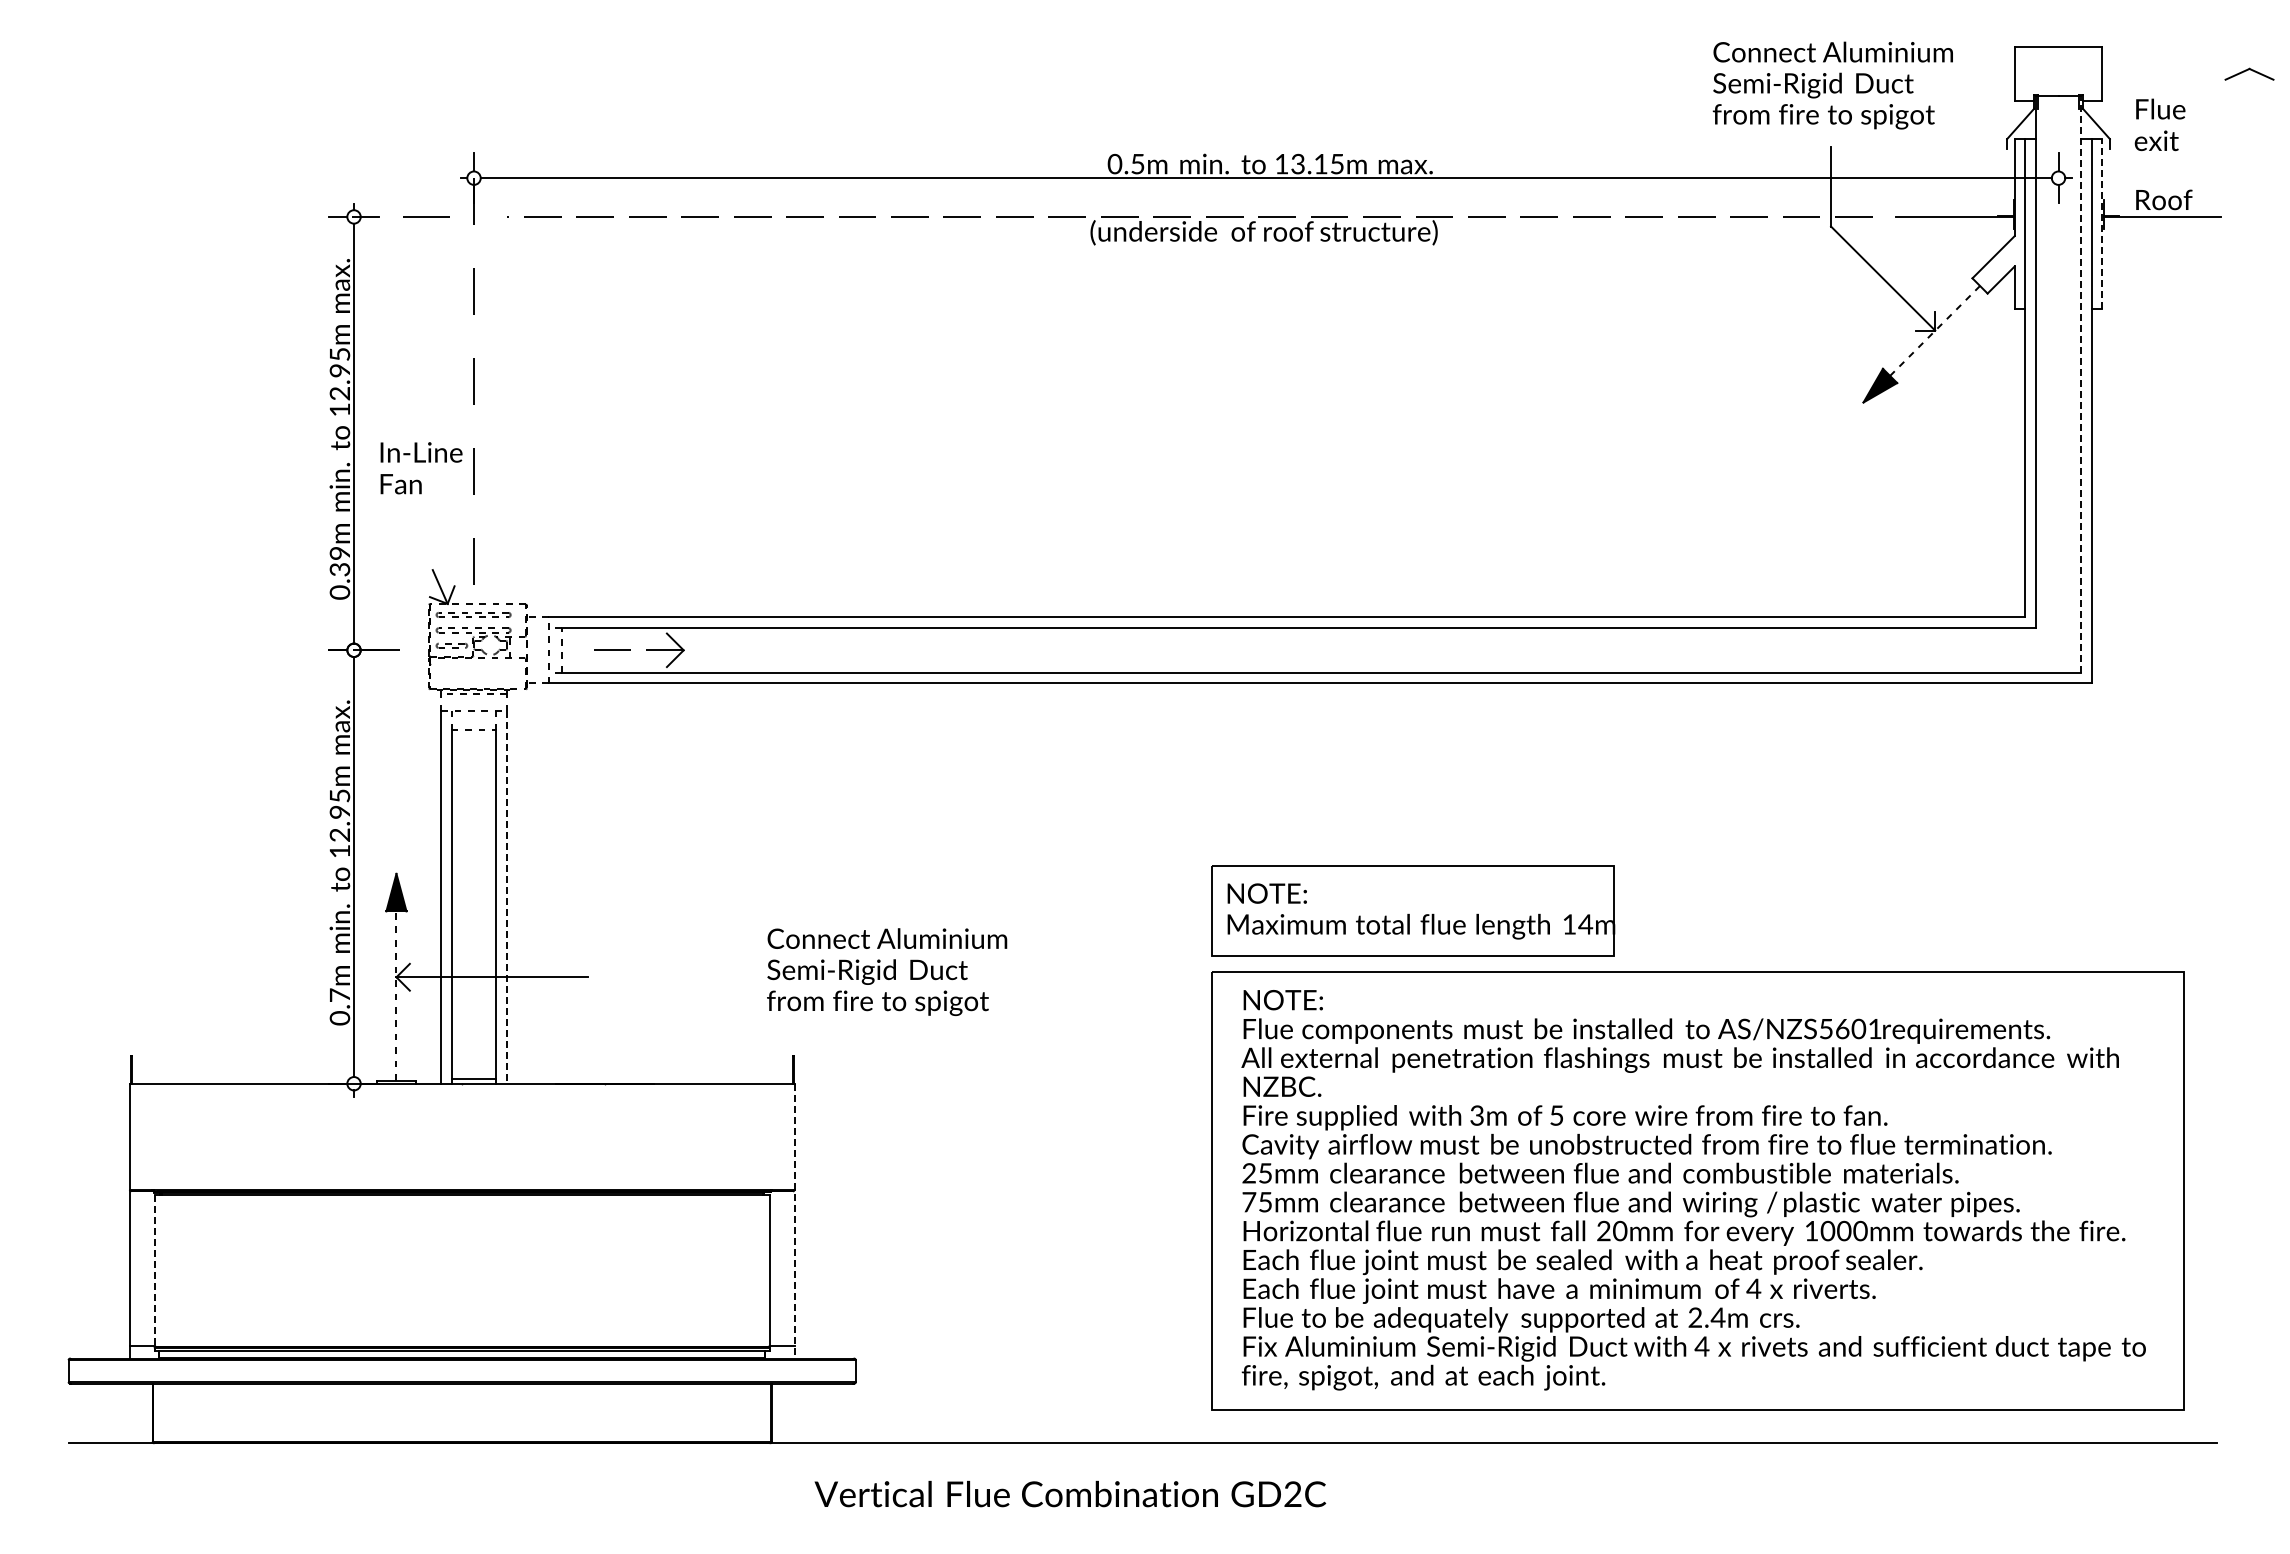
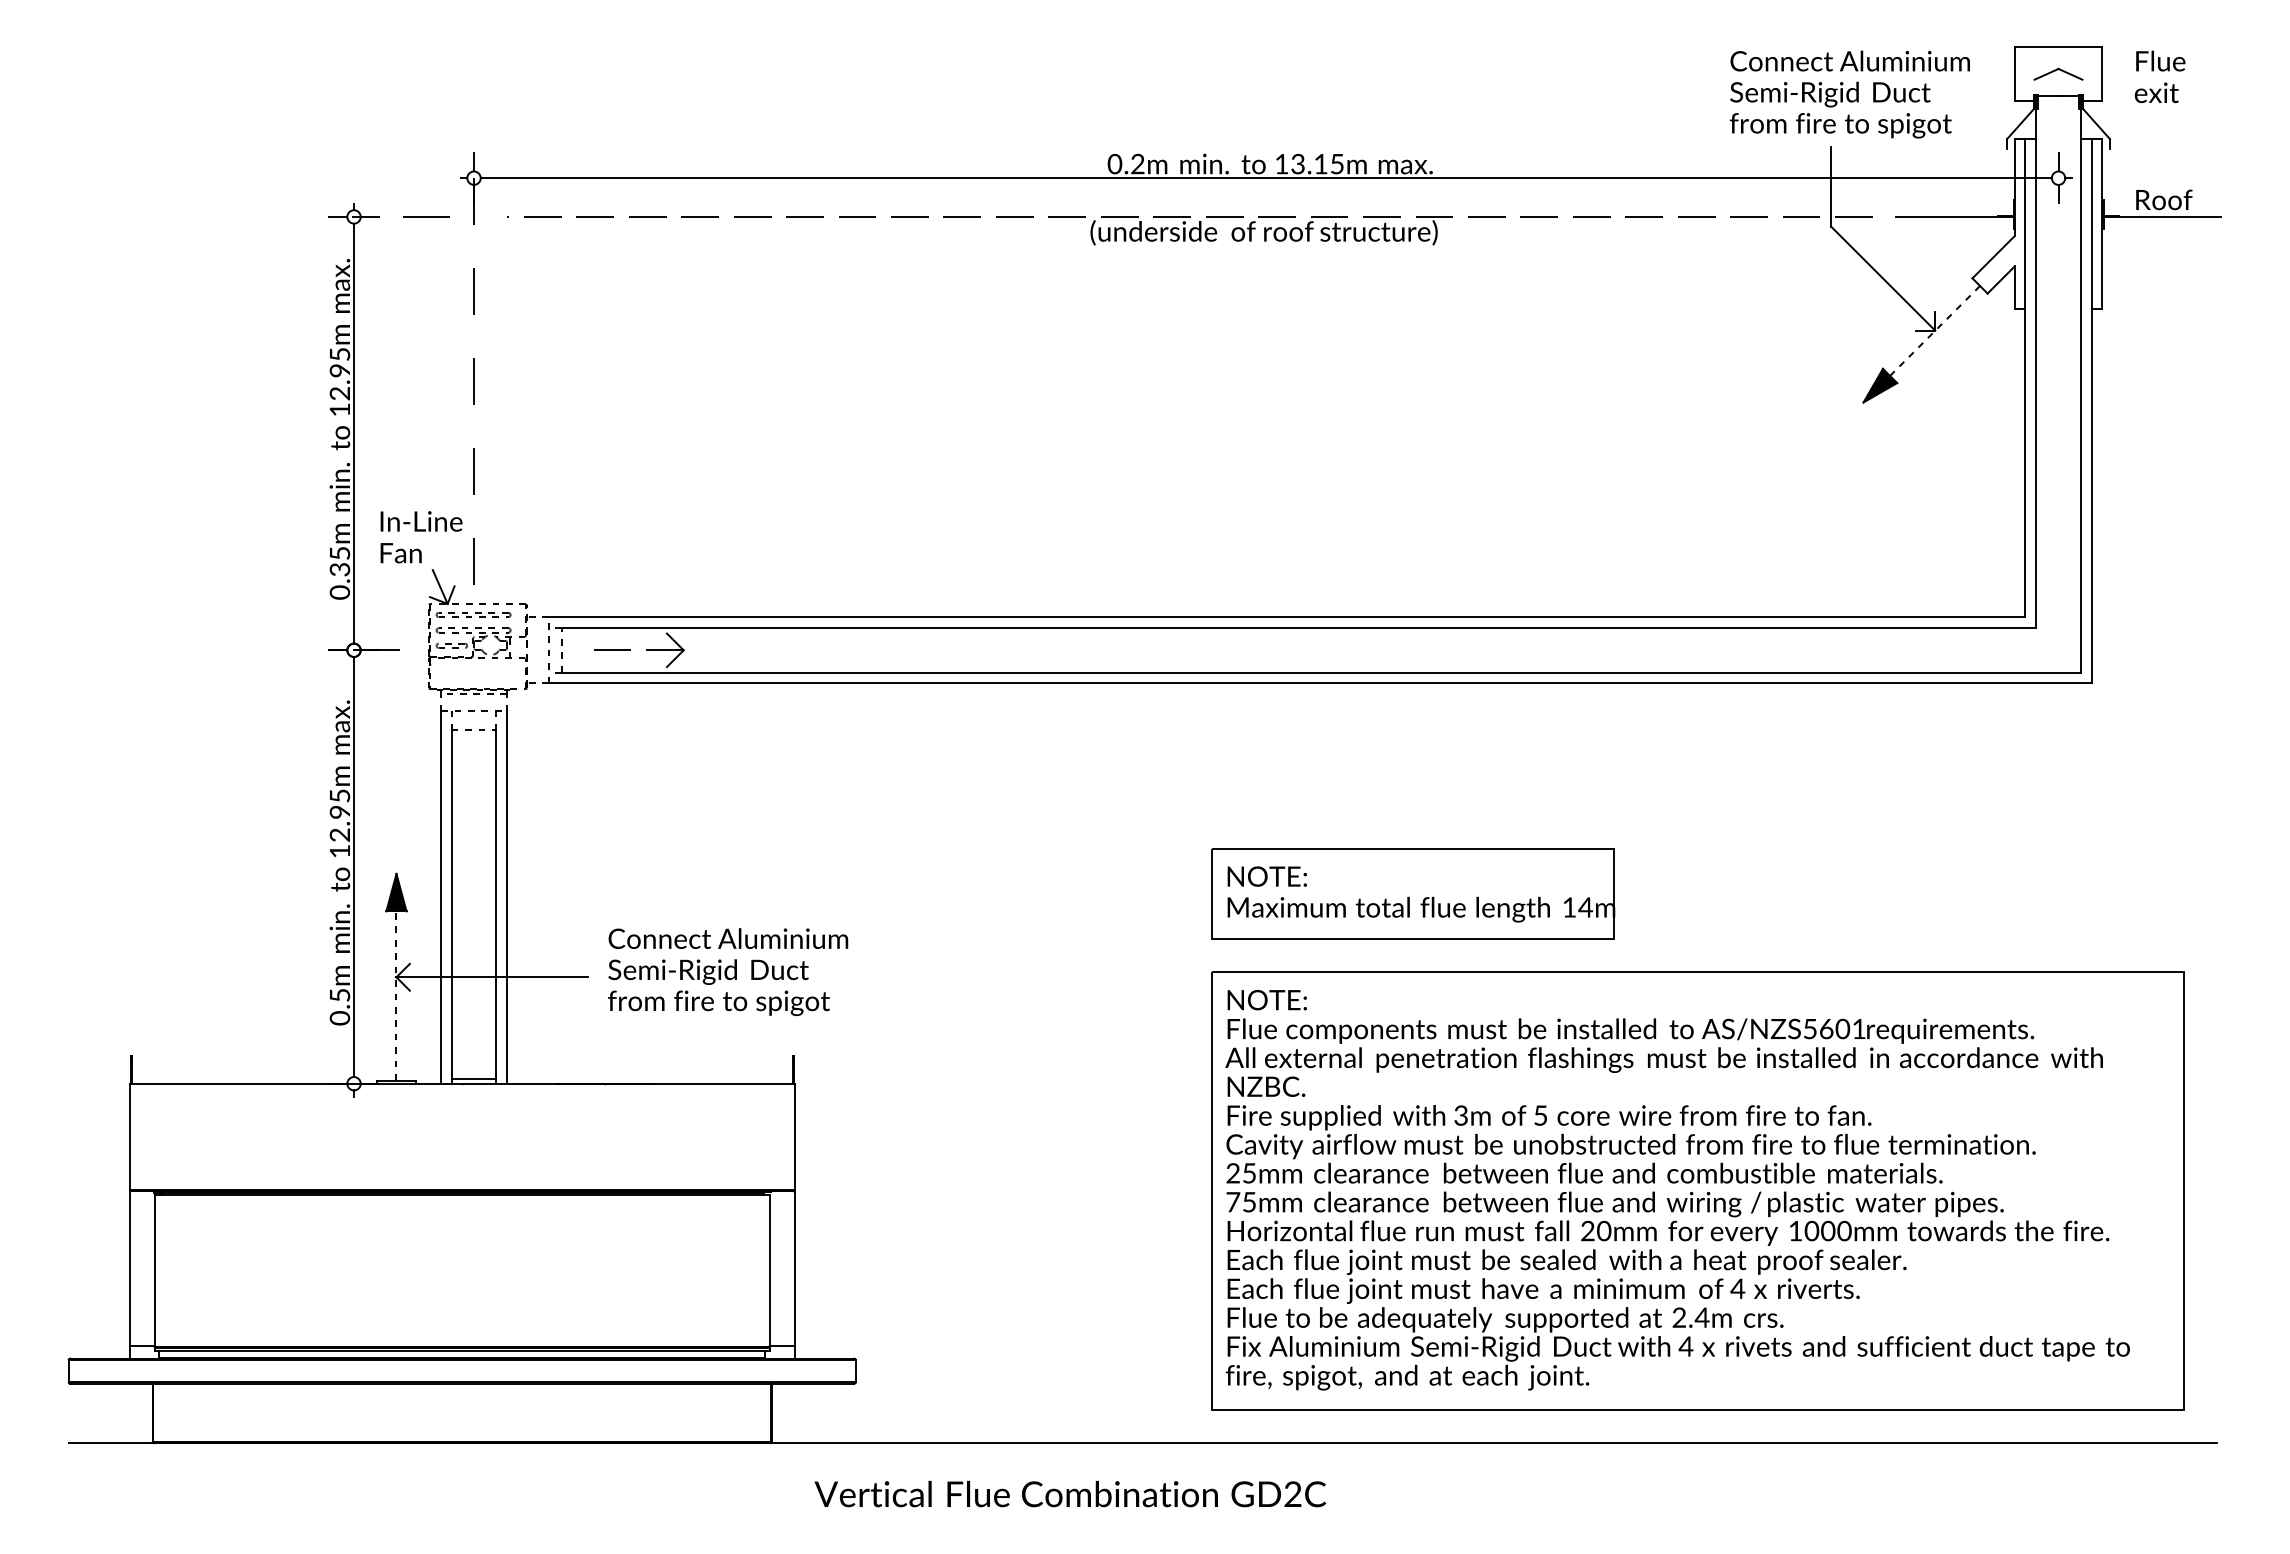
part at (2249, 73) position: (2249, 73) -> (2058, 73)
text at (1832, 85) position: (1832, 85) -> (1849, 94)
text at (2159, 124) position: (2159, 124) -> (2159, 76)
text at (1137, 163): 0.5m -> 0.2m
line at (2102, 223): dashed -> solid
line at (2080, 384): dashed -> solid
text at (421, 468) position: (421, 468) -> (421, 537)
text at (339, 553): 0.39m -> 0.35m
line at (506, 898): dashed -> solid
part at (1413, 910) position: (1413, 910) -> (1413, 893)
text at (887, 971) position: (887, 971) -> (728, 971)
text at (340, 994): 0.7m -> 0.5m
text at (1693, 1190) position: (1693, 1190) -> (1677, 1190)
line at (794, 1221): dashed -> solid
line at (154, 1270): dashed -> solid
